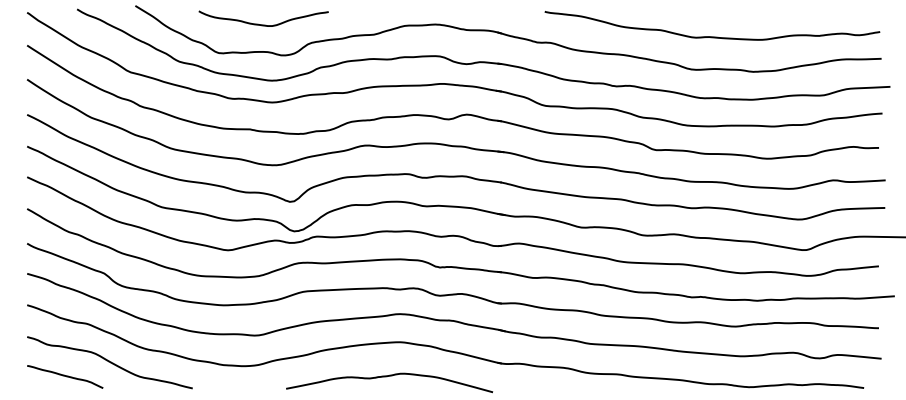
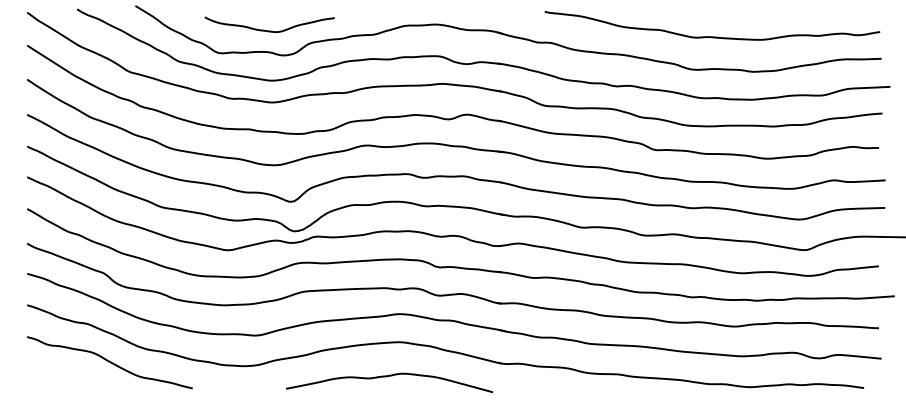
curve at (263, 24) position: (263, 24) -> (269, 30)
curve at (65, 376): present -> none
